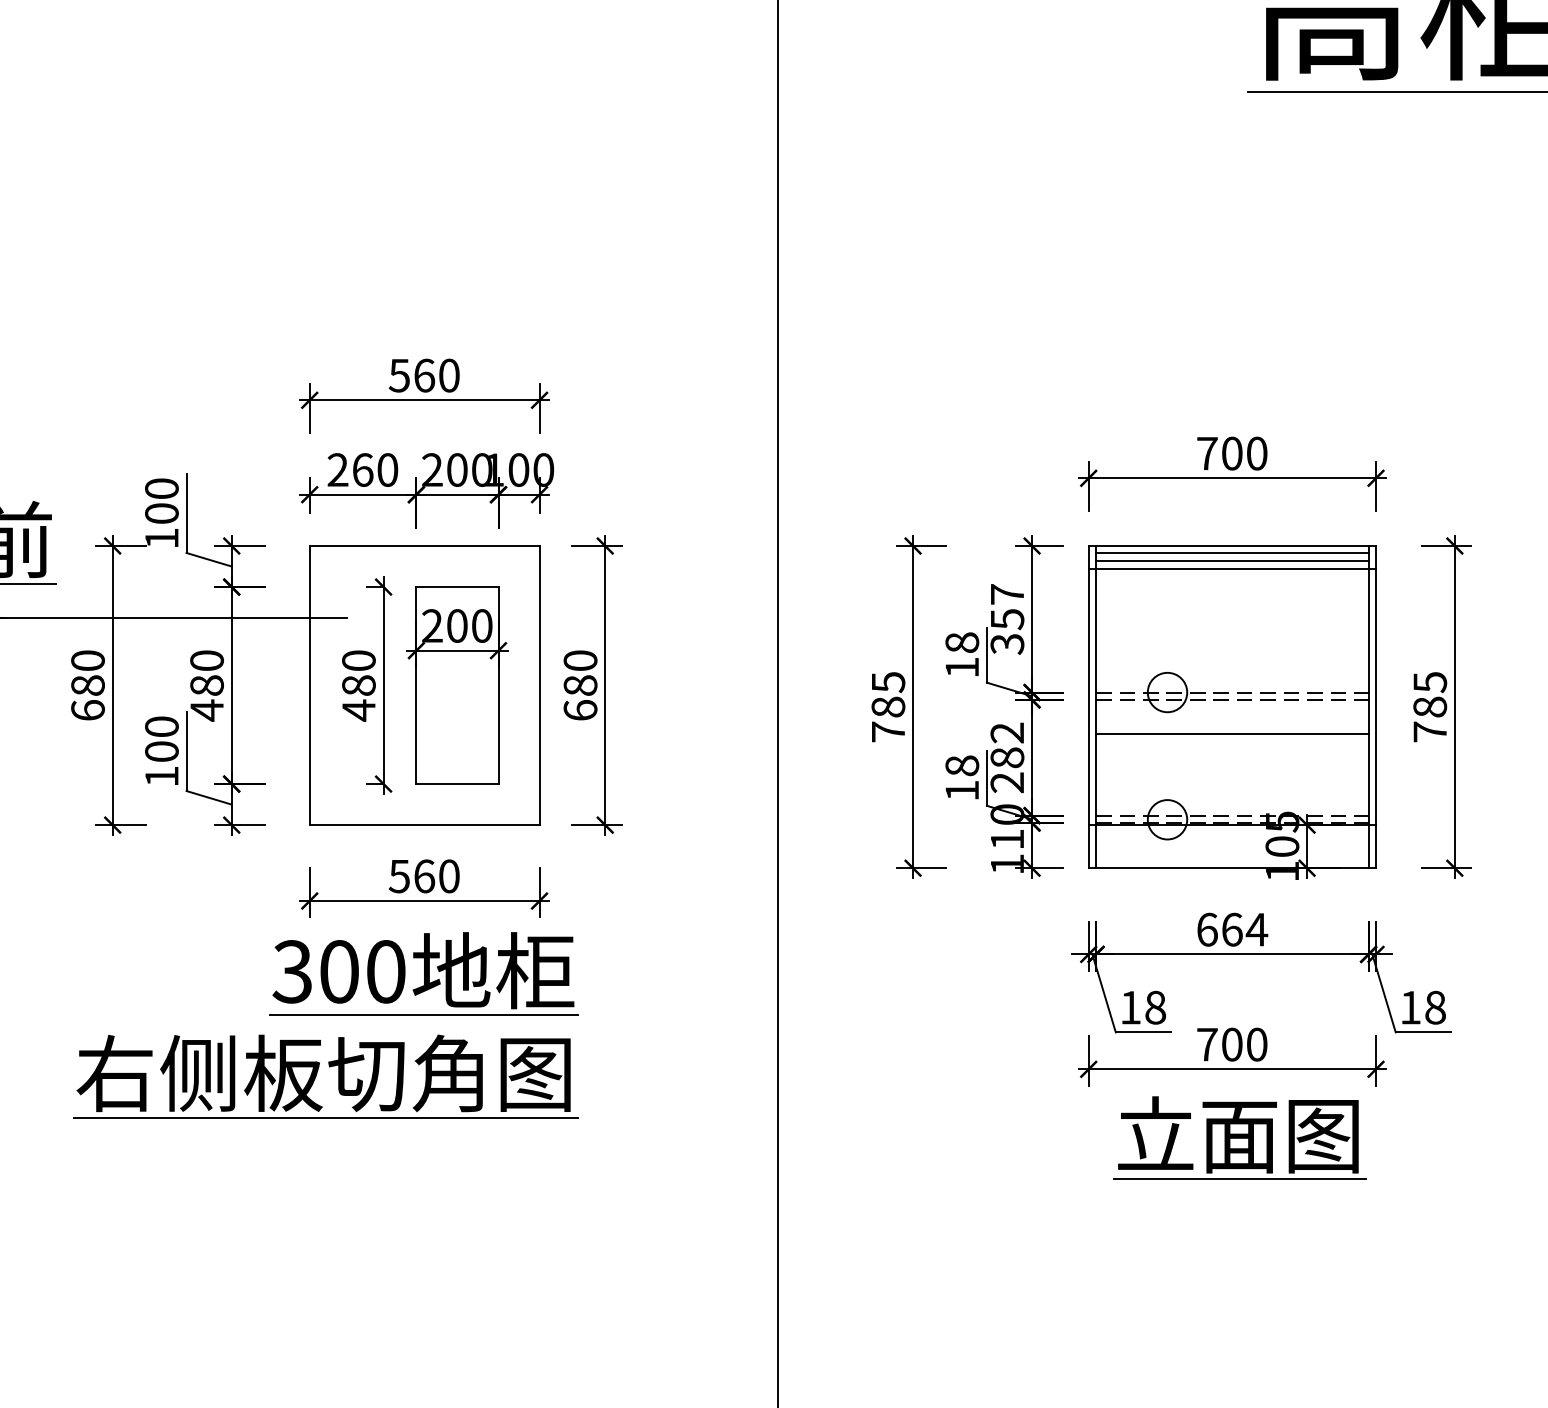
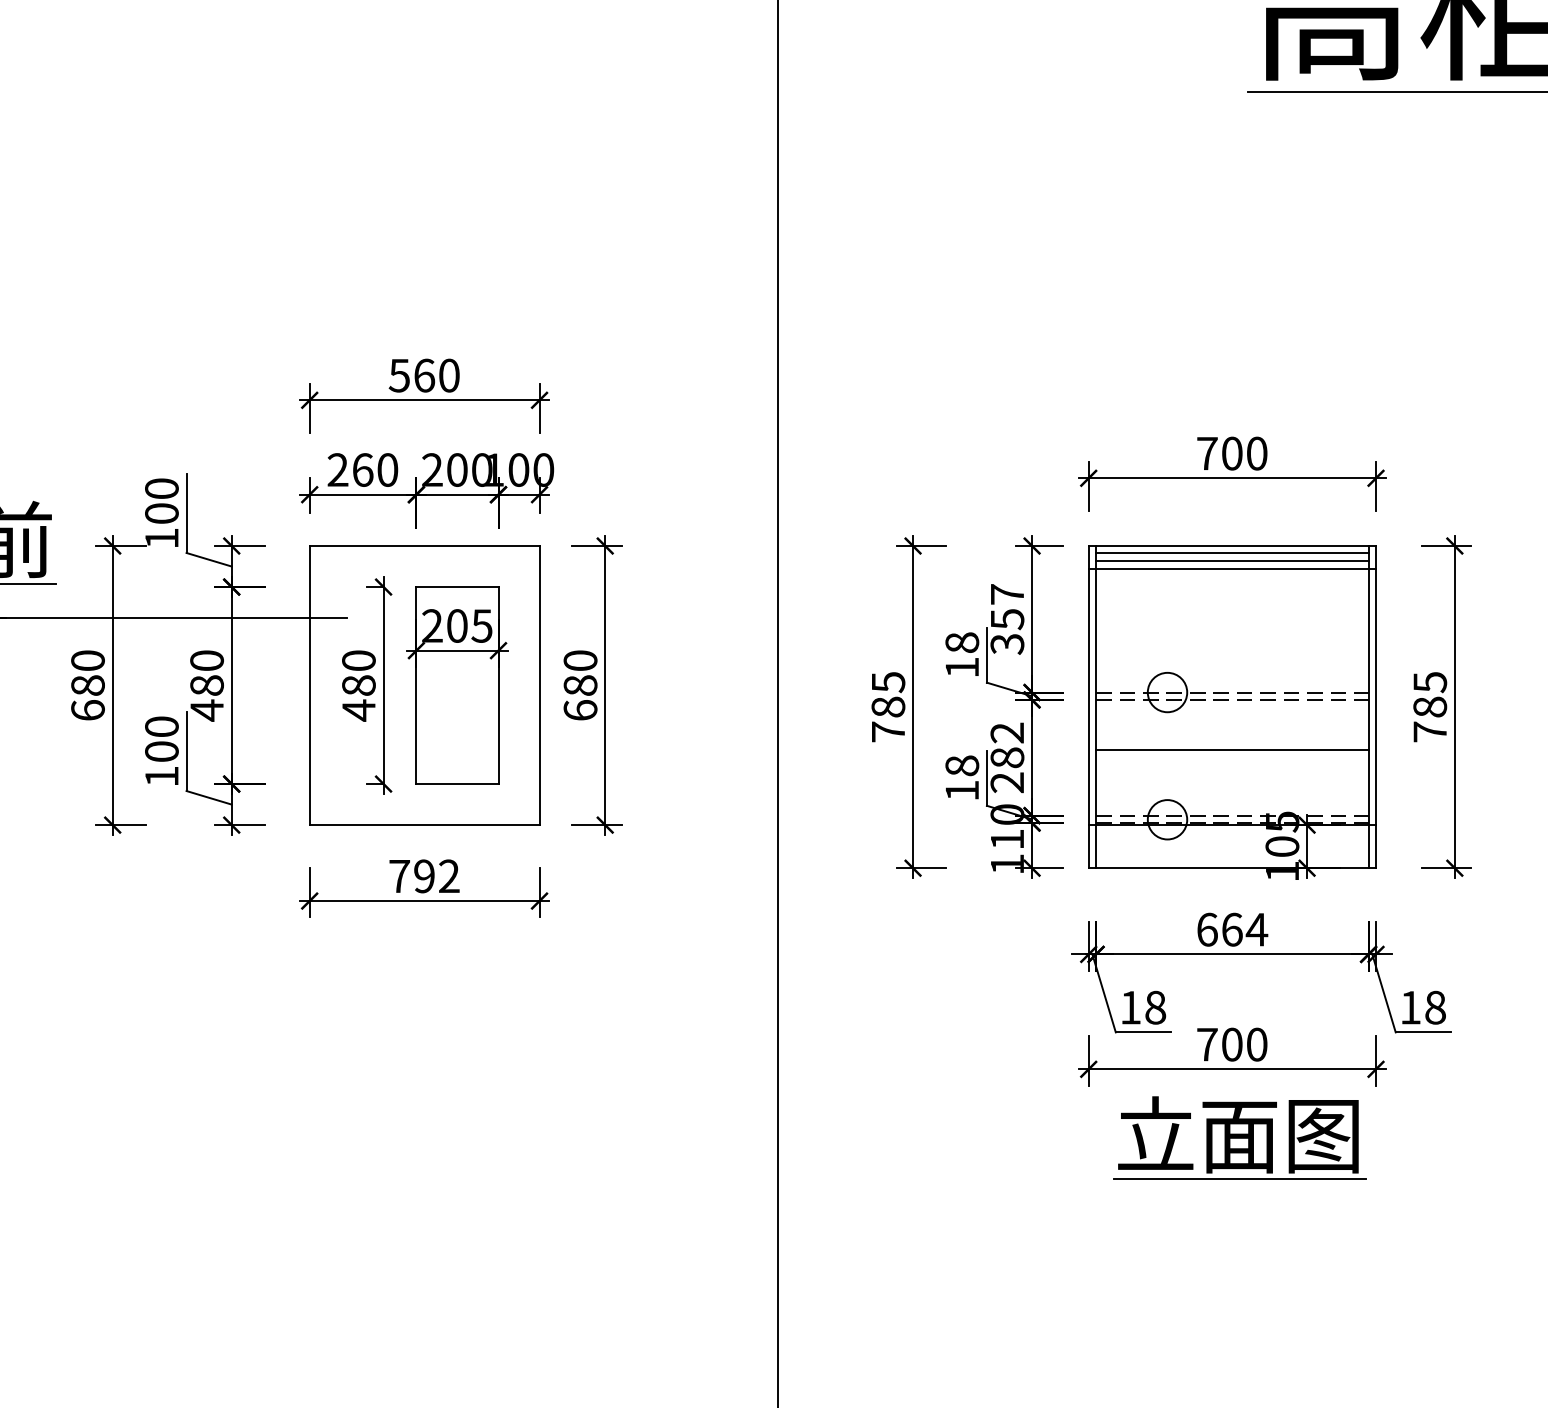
text at (481, 625): 200 -> 205
line at (1232, 734) position: (1232, 734) -> (1232, 750)
text at (423, 876): 560 -> 792
part at (325, 1015): present -> none
